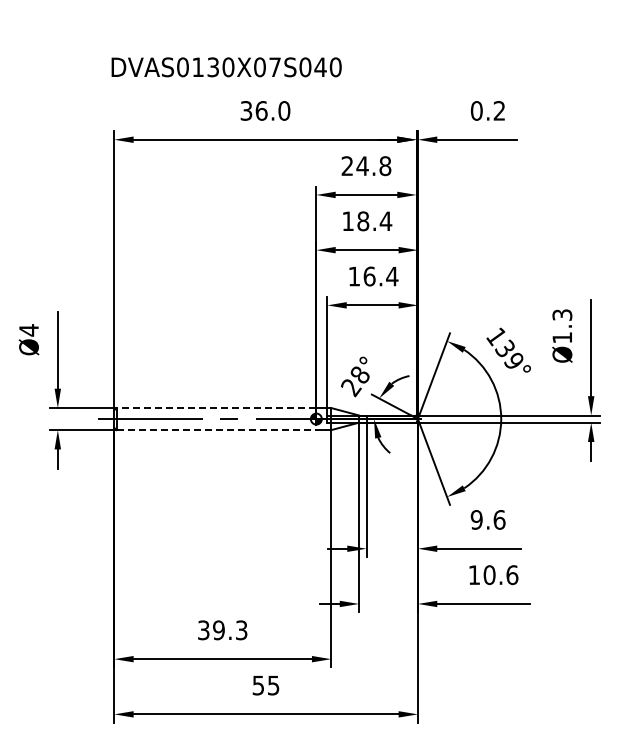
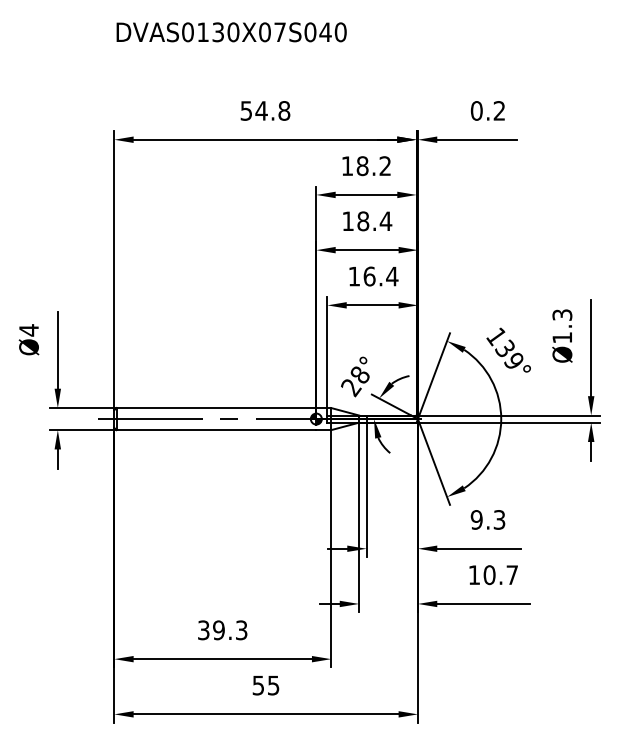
text at (226, 67) position: (226, 67) -> (231, 32)
text at (265, 110): 36.0 -> 54.8
text at (366, 166): 24.8 -> 18.2
line at (216, 408): dashed -> solid
line at (216, 430): dashed -> solid
text at (499, 519): 9.6 -> 9.3
text at (512, 575): 10.6 -> 10.7
